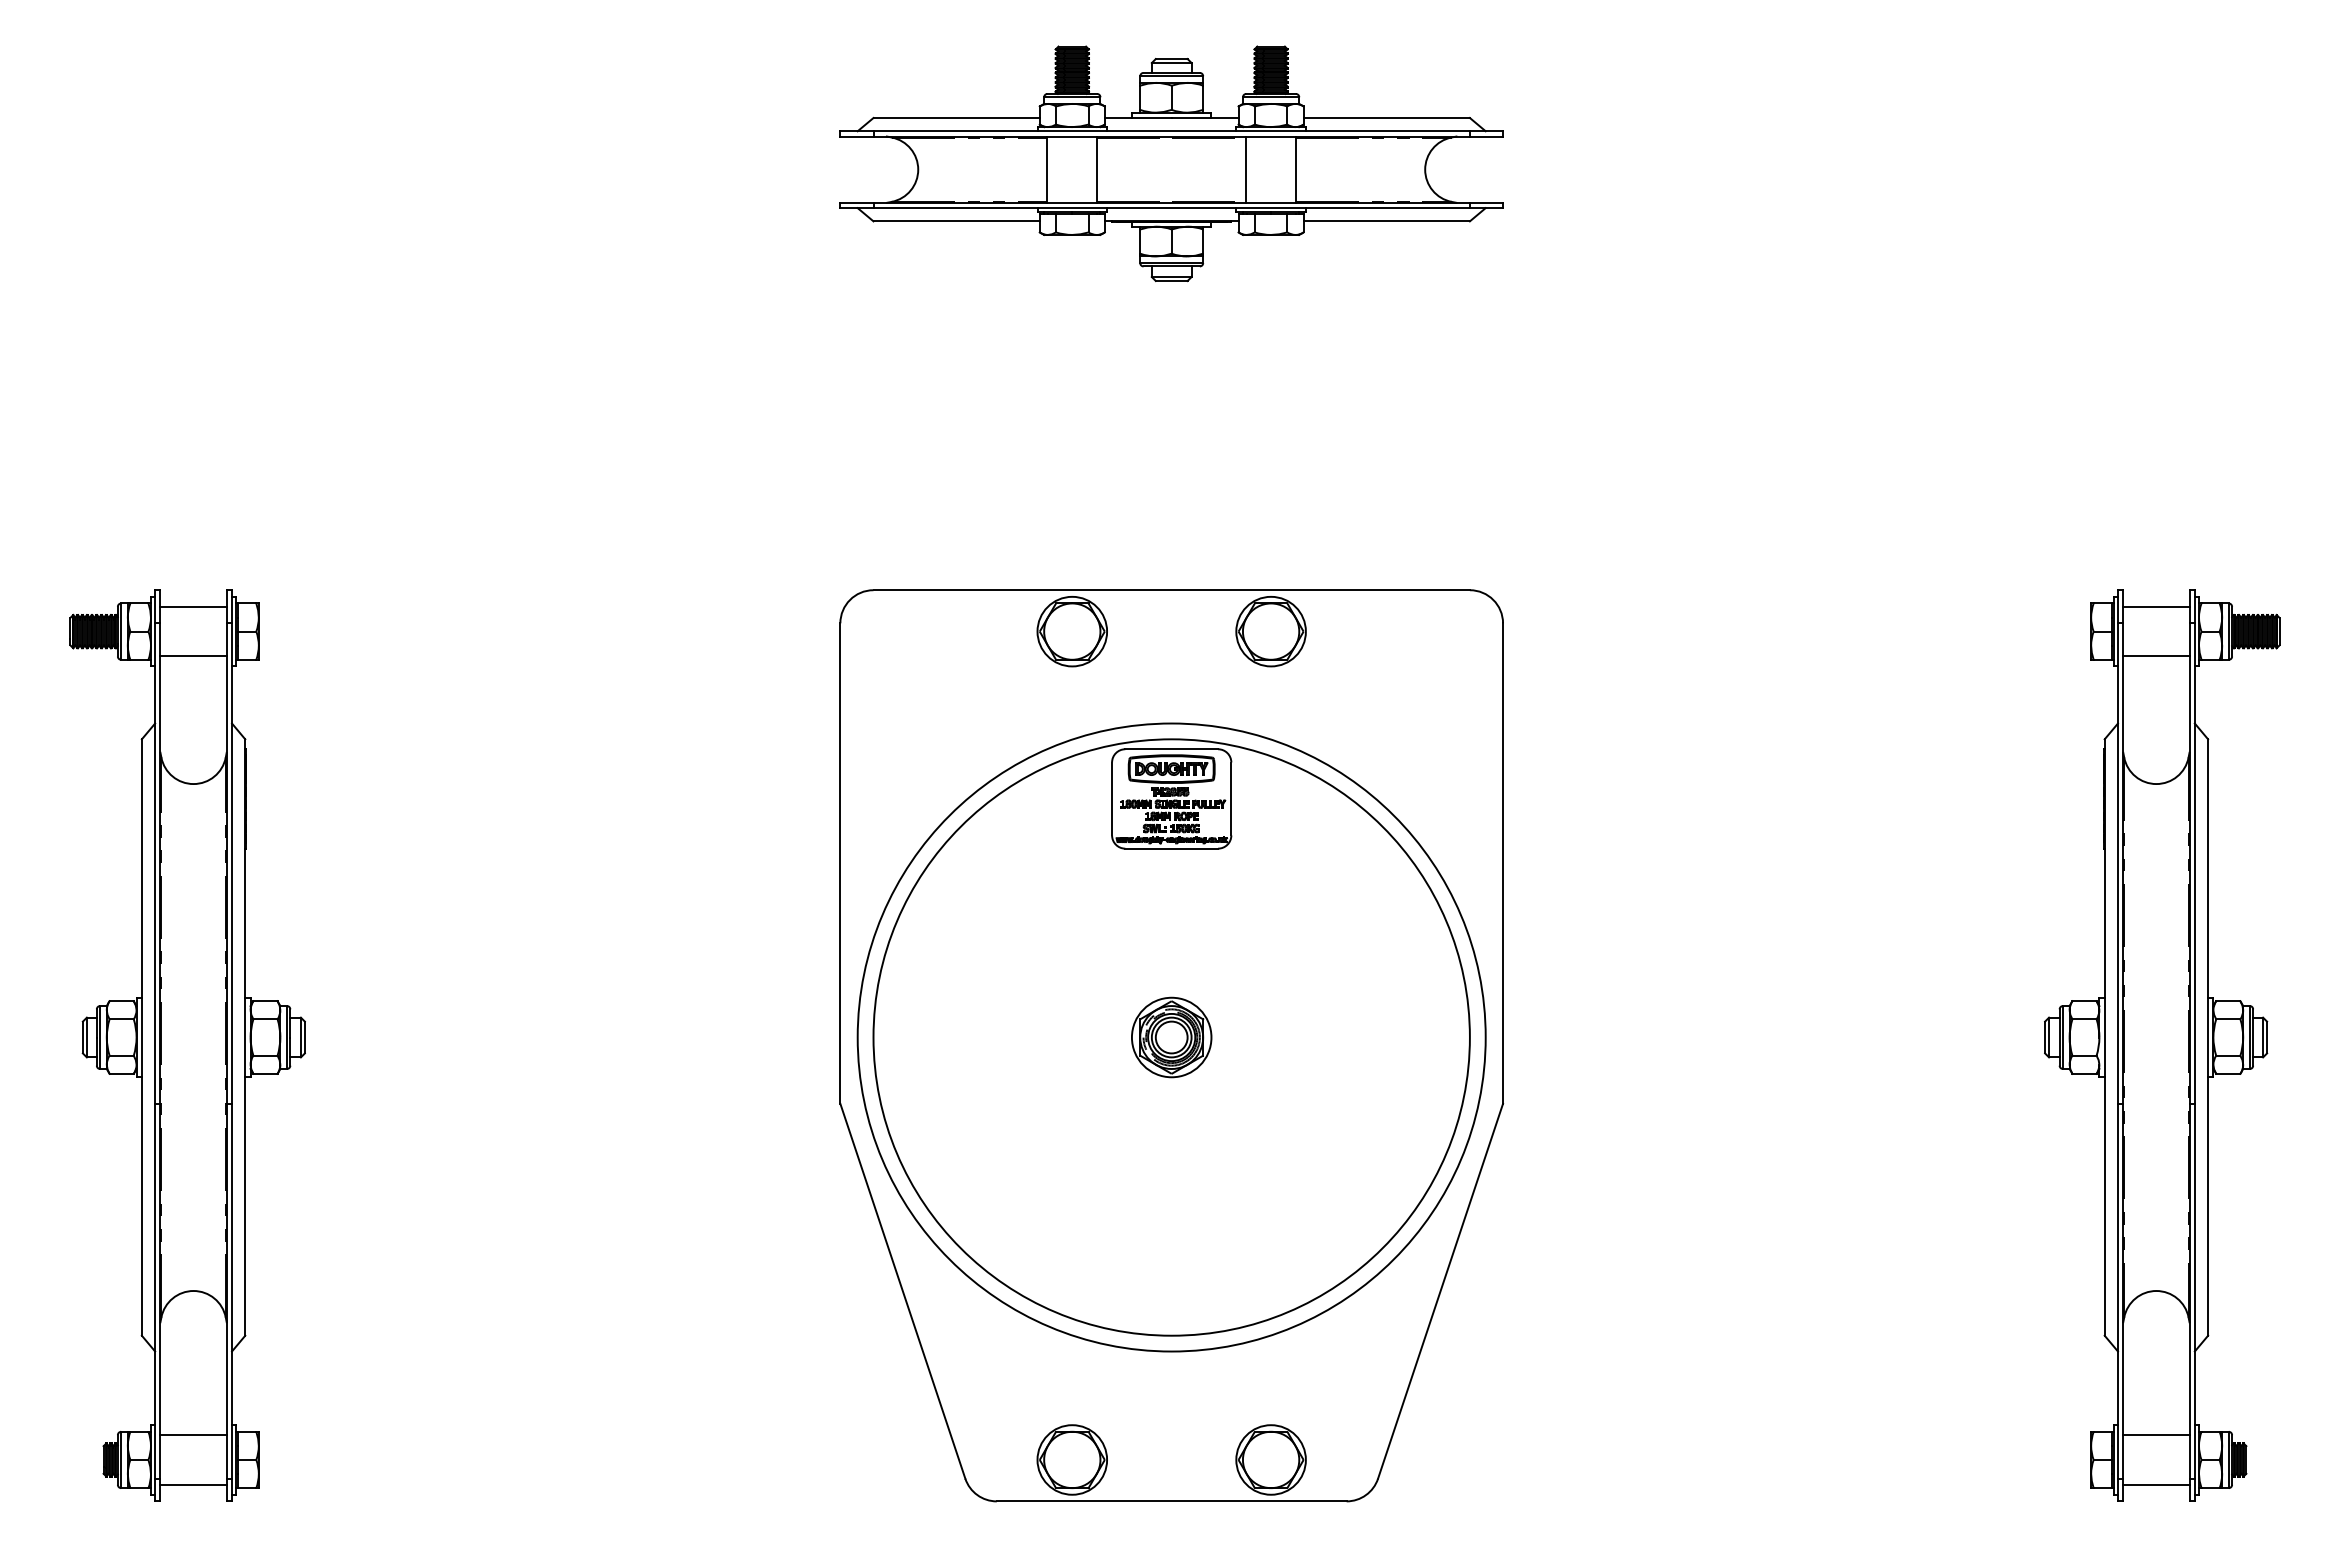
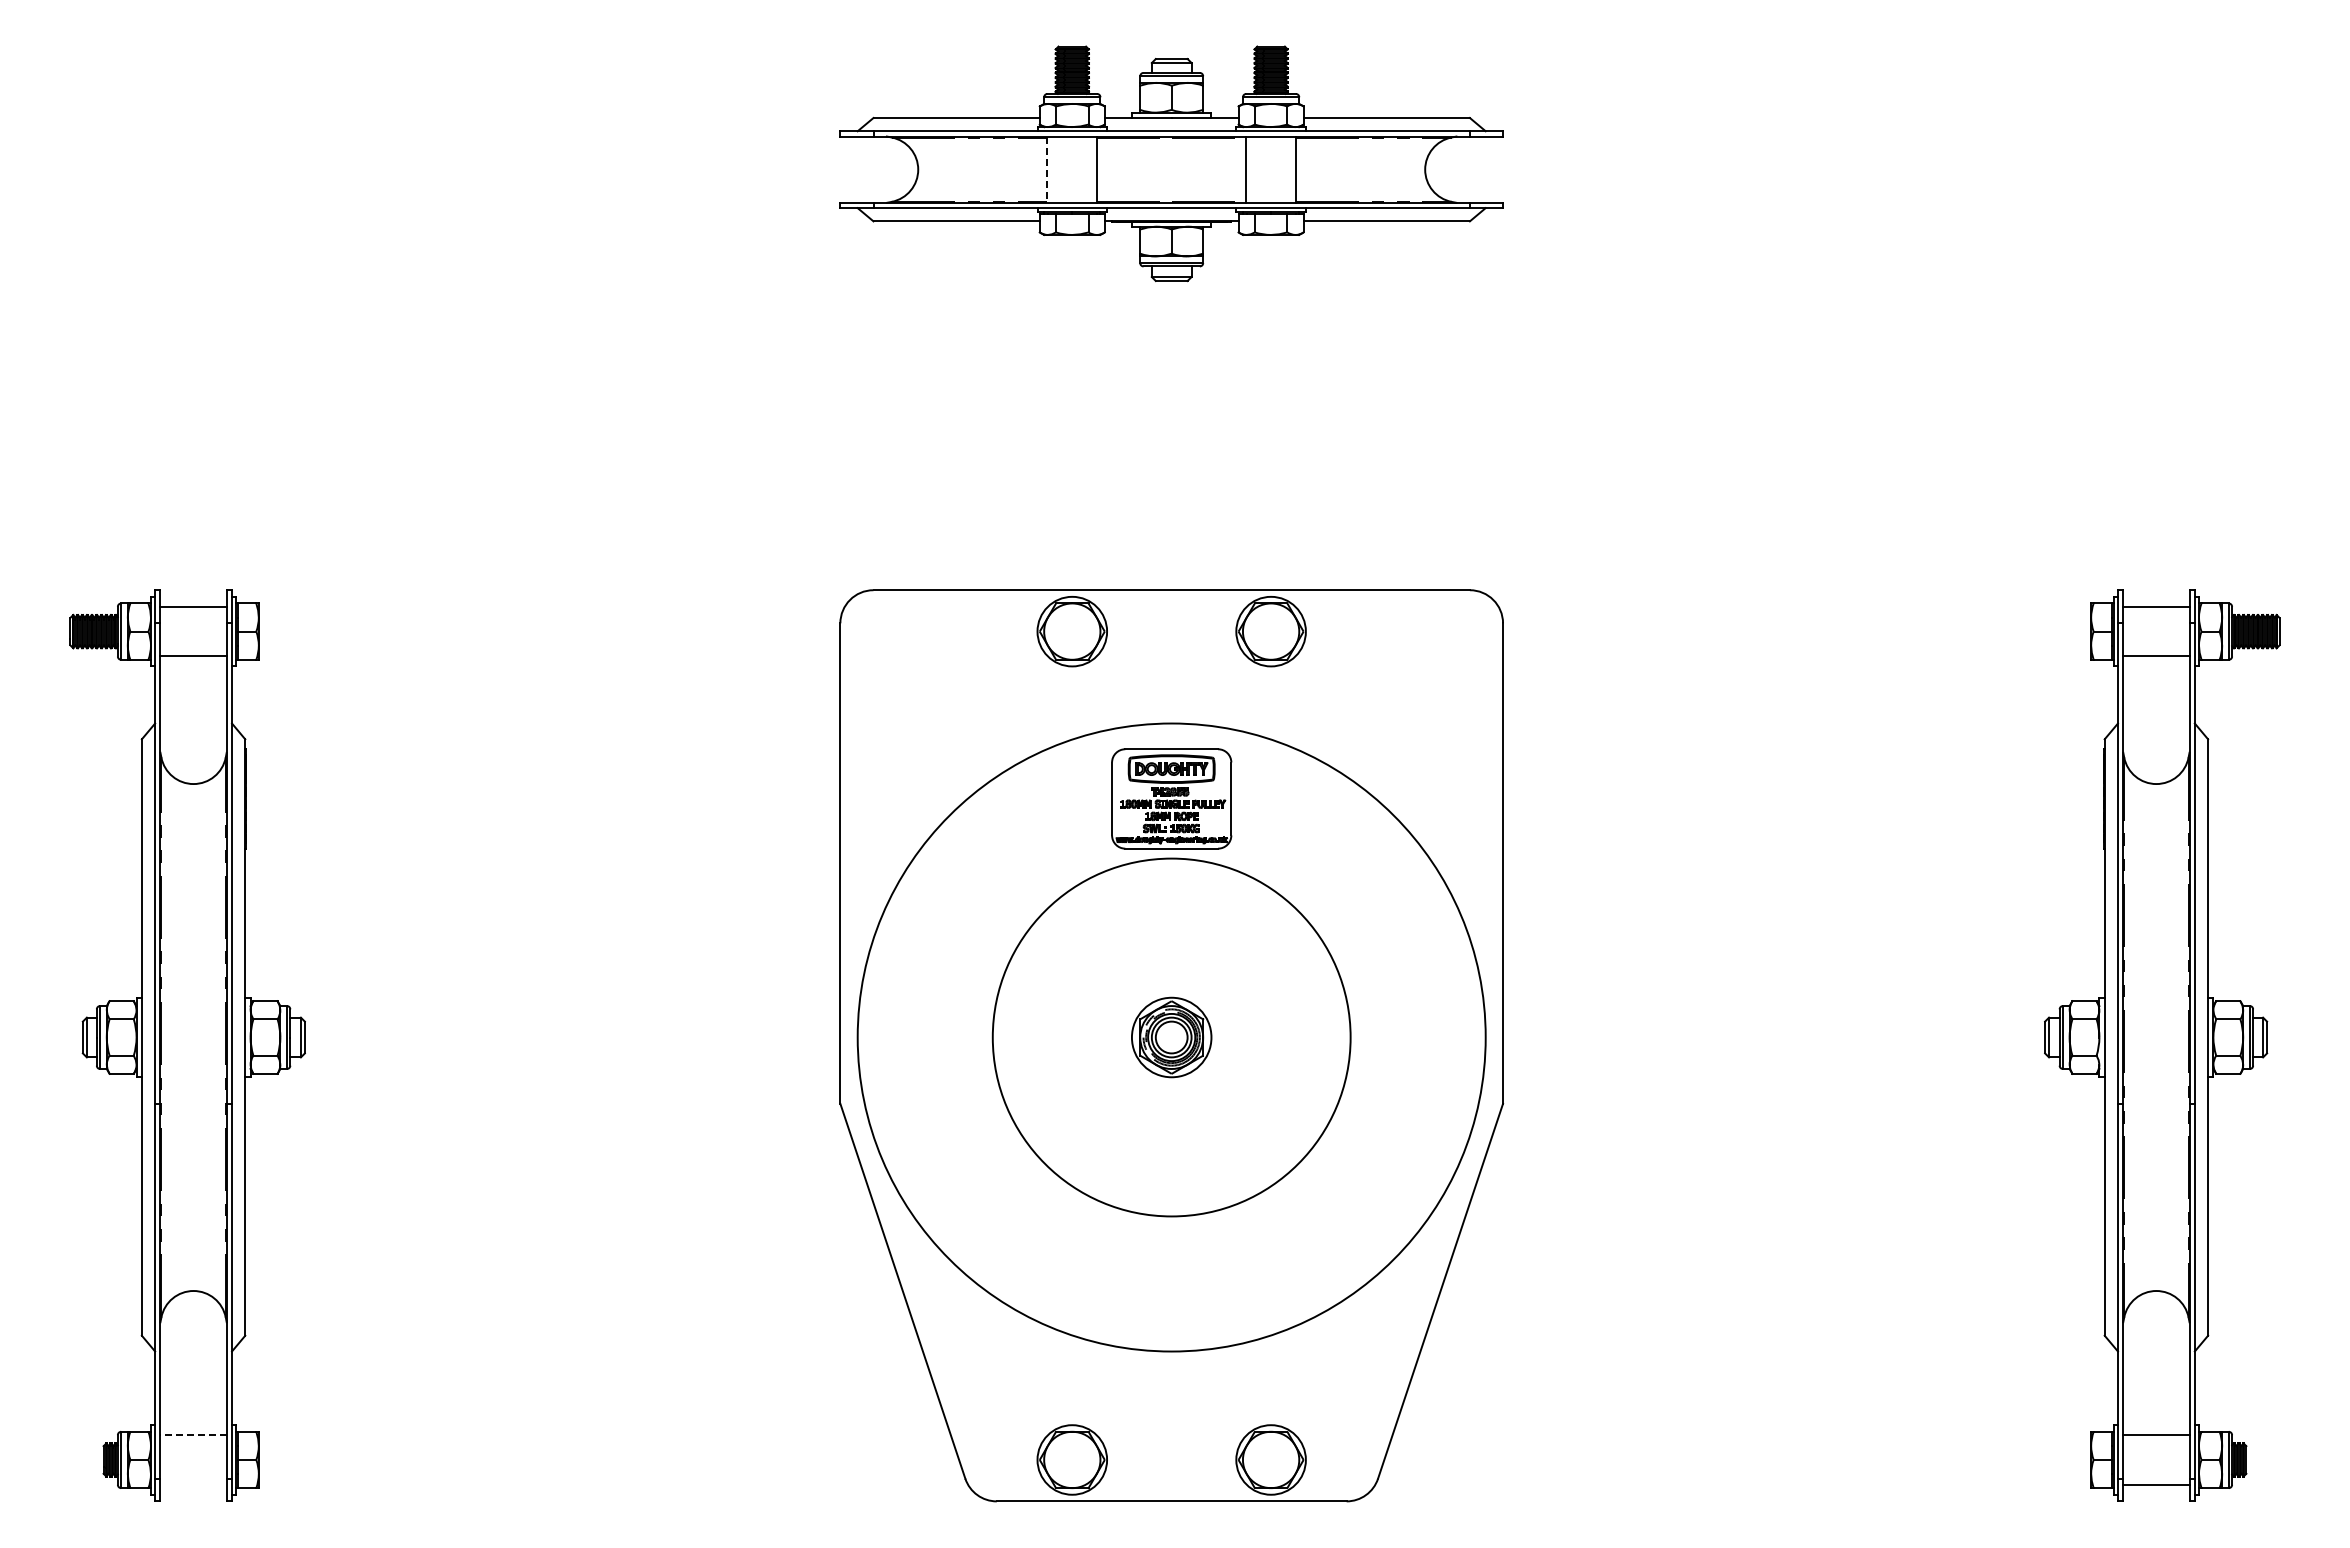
line at (1047, 170): solid -> dashed
circle at (1171, 1037) diameter: 596 px -> 358 px
line at (193, 1435): solid -> dashed
line at (193, 1484): present -> none
